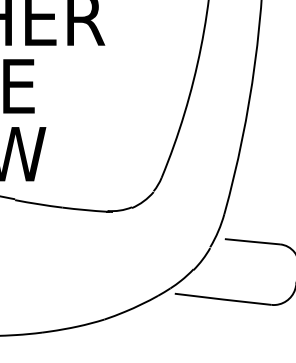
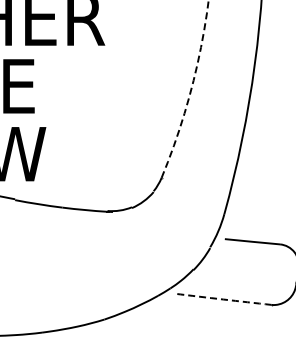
line at (190, 90): solid -> dashed
line at (223, 299): solid -> dashed
